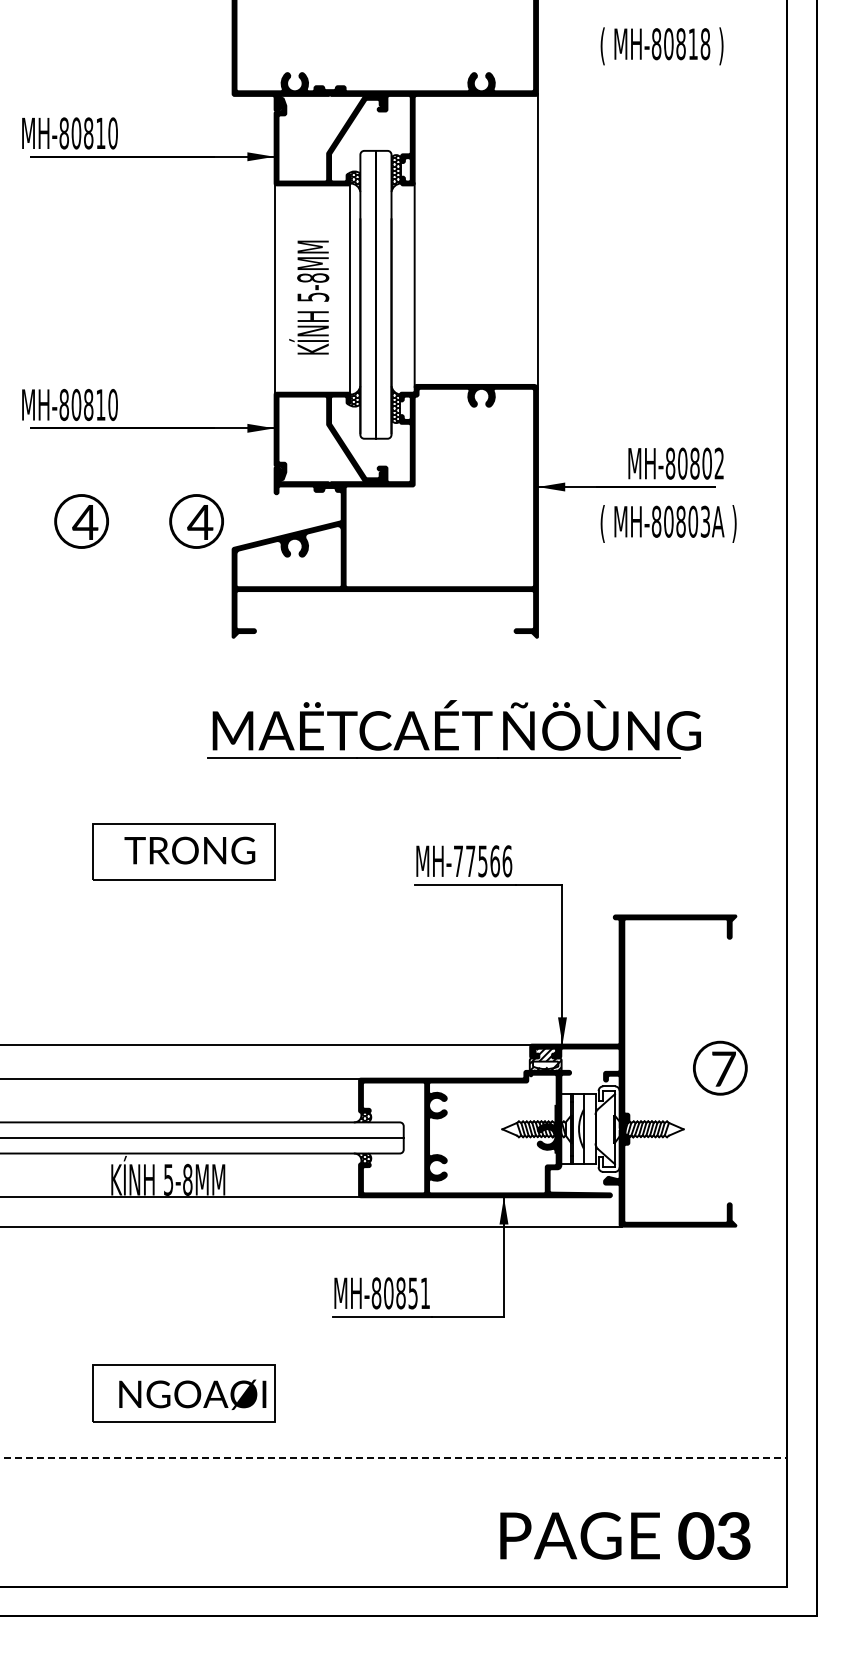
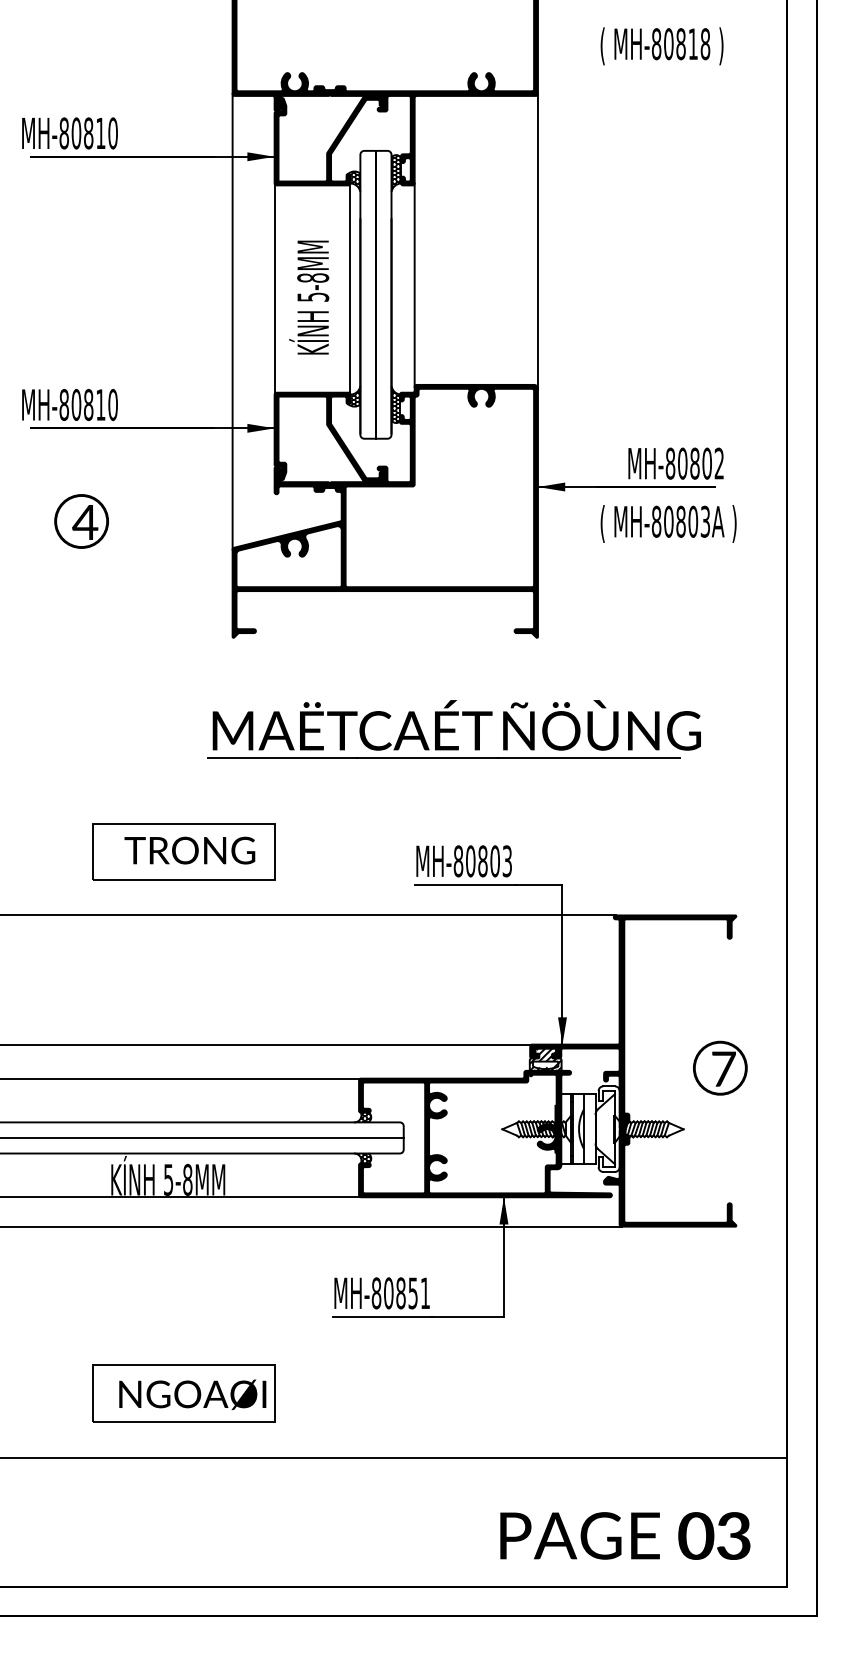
line at (232, 321): none -> present
part at (196, 521): present -> none
text at (482, 861): MH-77566 -> MH-80803
line at (308, 915): none -> present
line at (394, 1457): dashed -> solid
